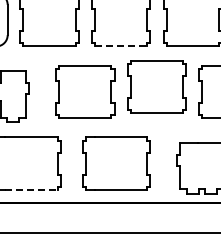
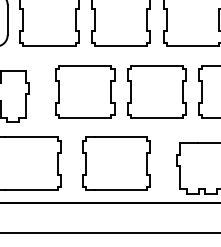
line at (121, 46): dashed -> solid
part at (156, 86) position: (156, 86) -> (156, 91)
line at (31, 190): dashed -> solid
